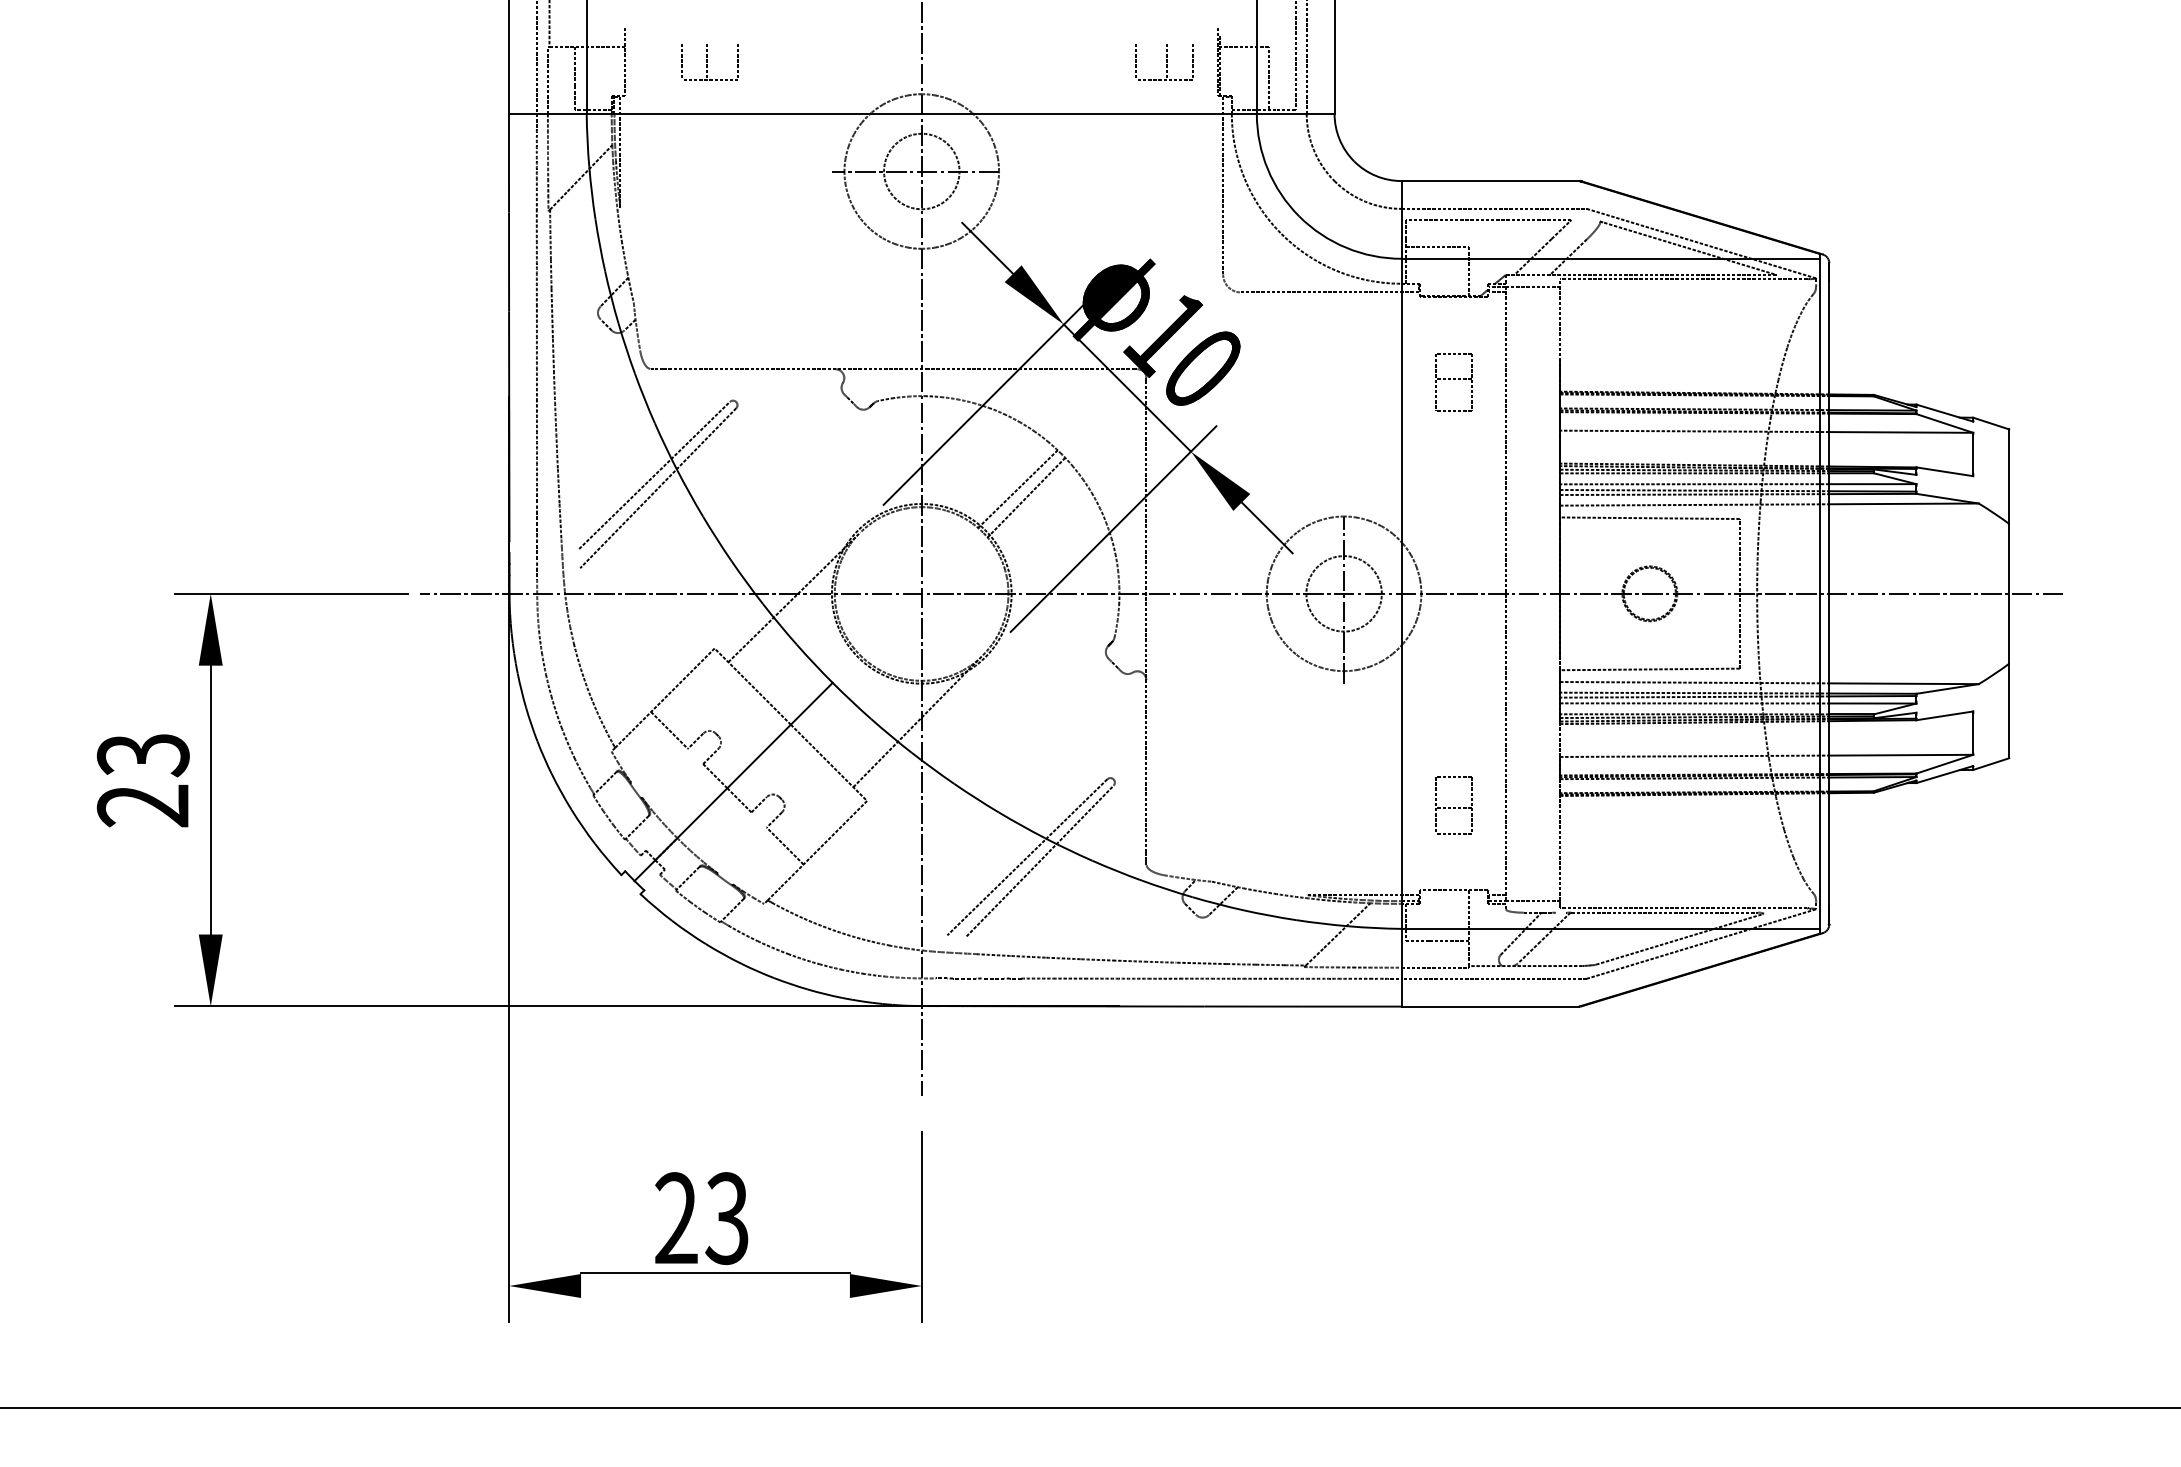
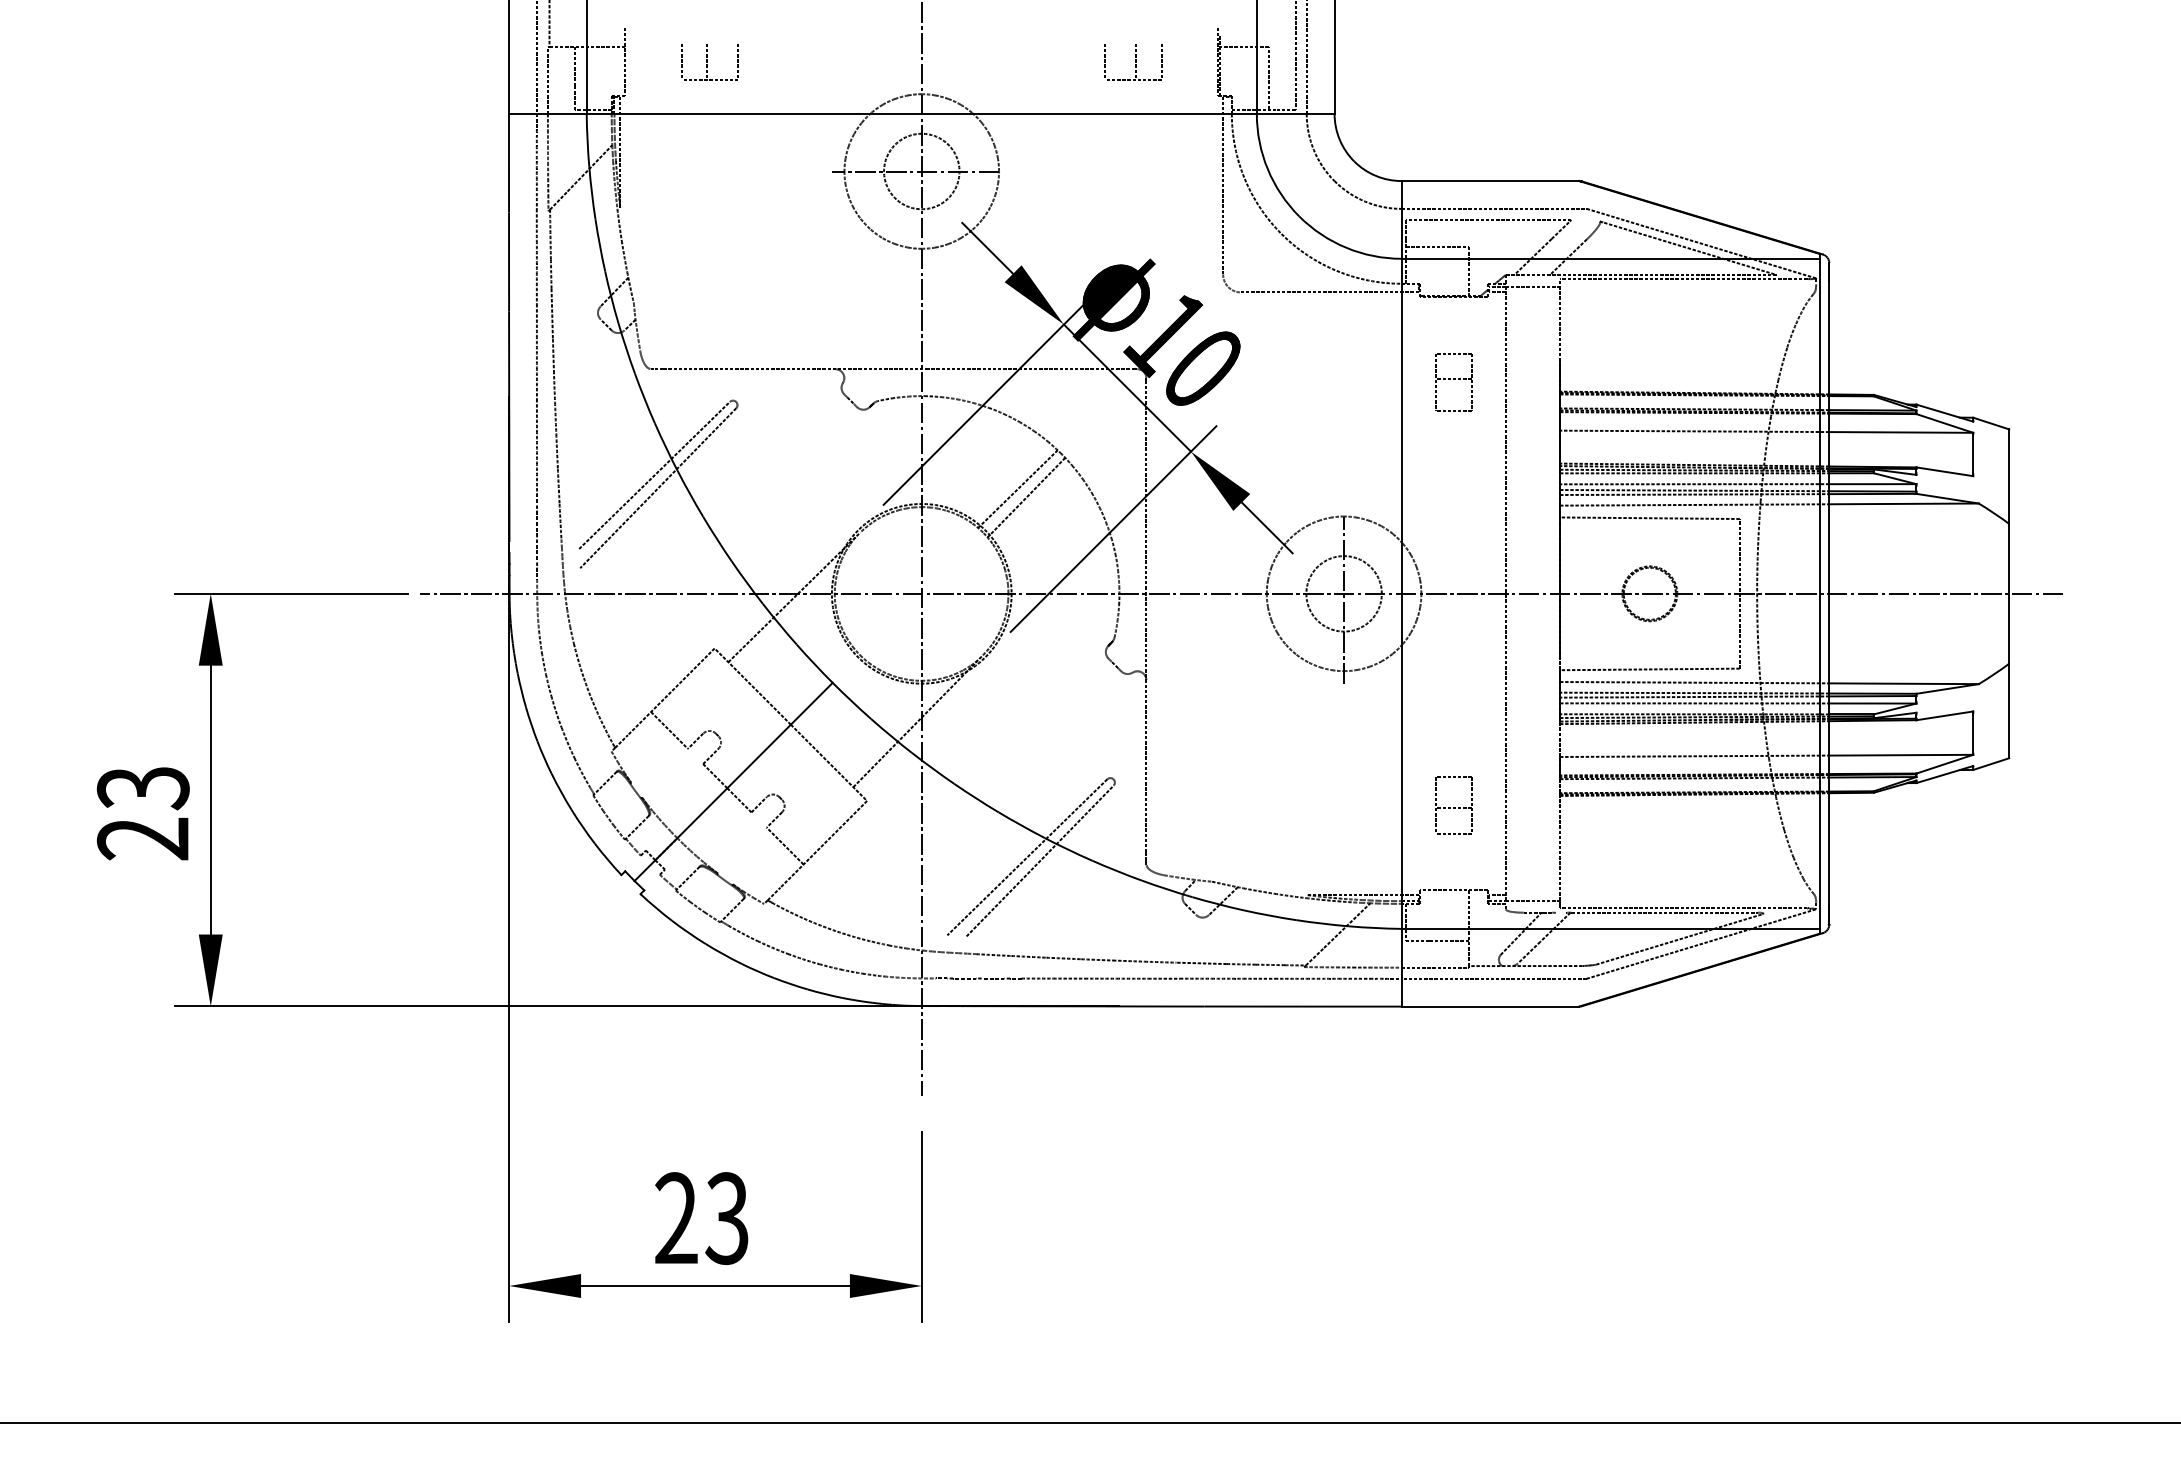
part at (1164, 62) position: (1164, 62) -> (1133, 62)
text at (142, 780) position: (142, 780) -> (142, 813)
line at (715, 1272) position: (715, 1272) -> (715, 1285)
line at (1089, 1408) position: (1089, 1408) -> (1089, 1423)
